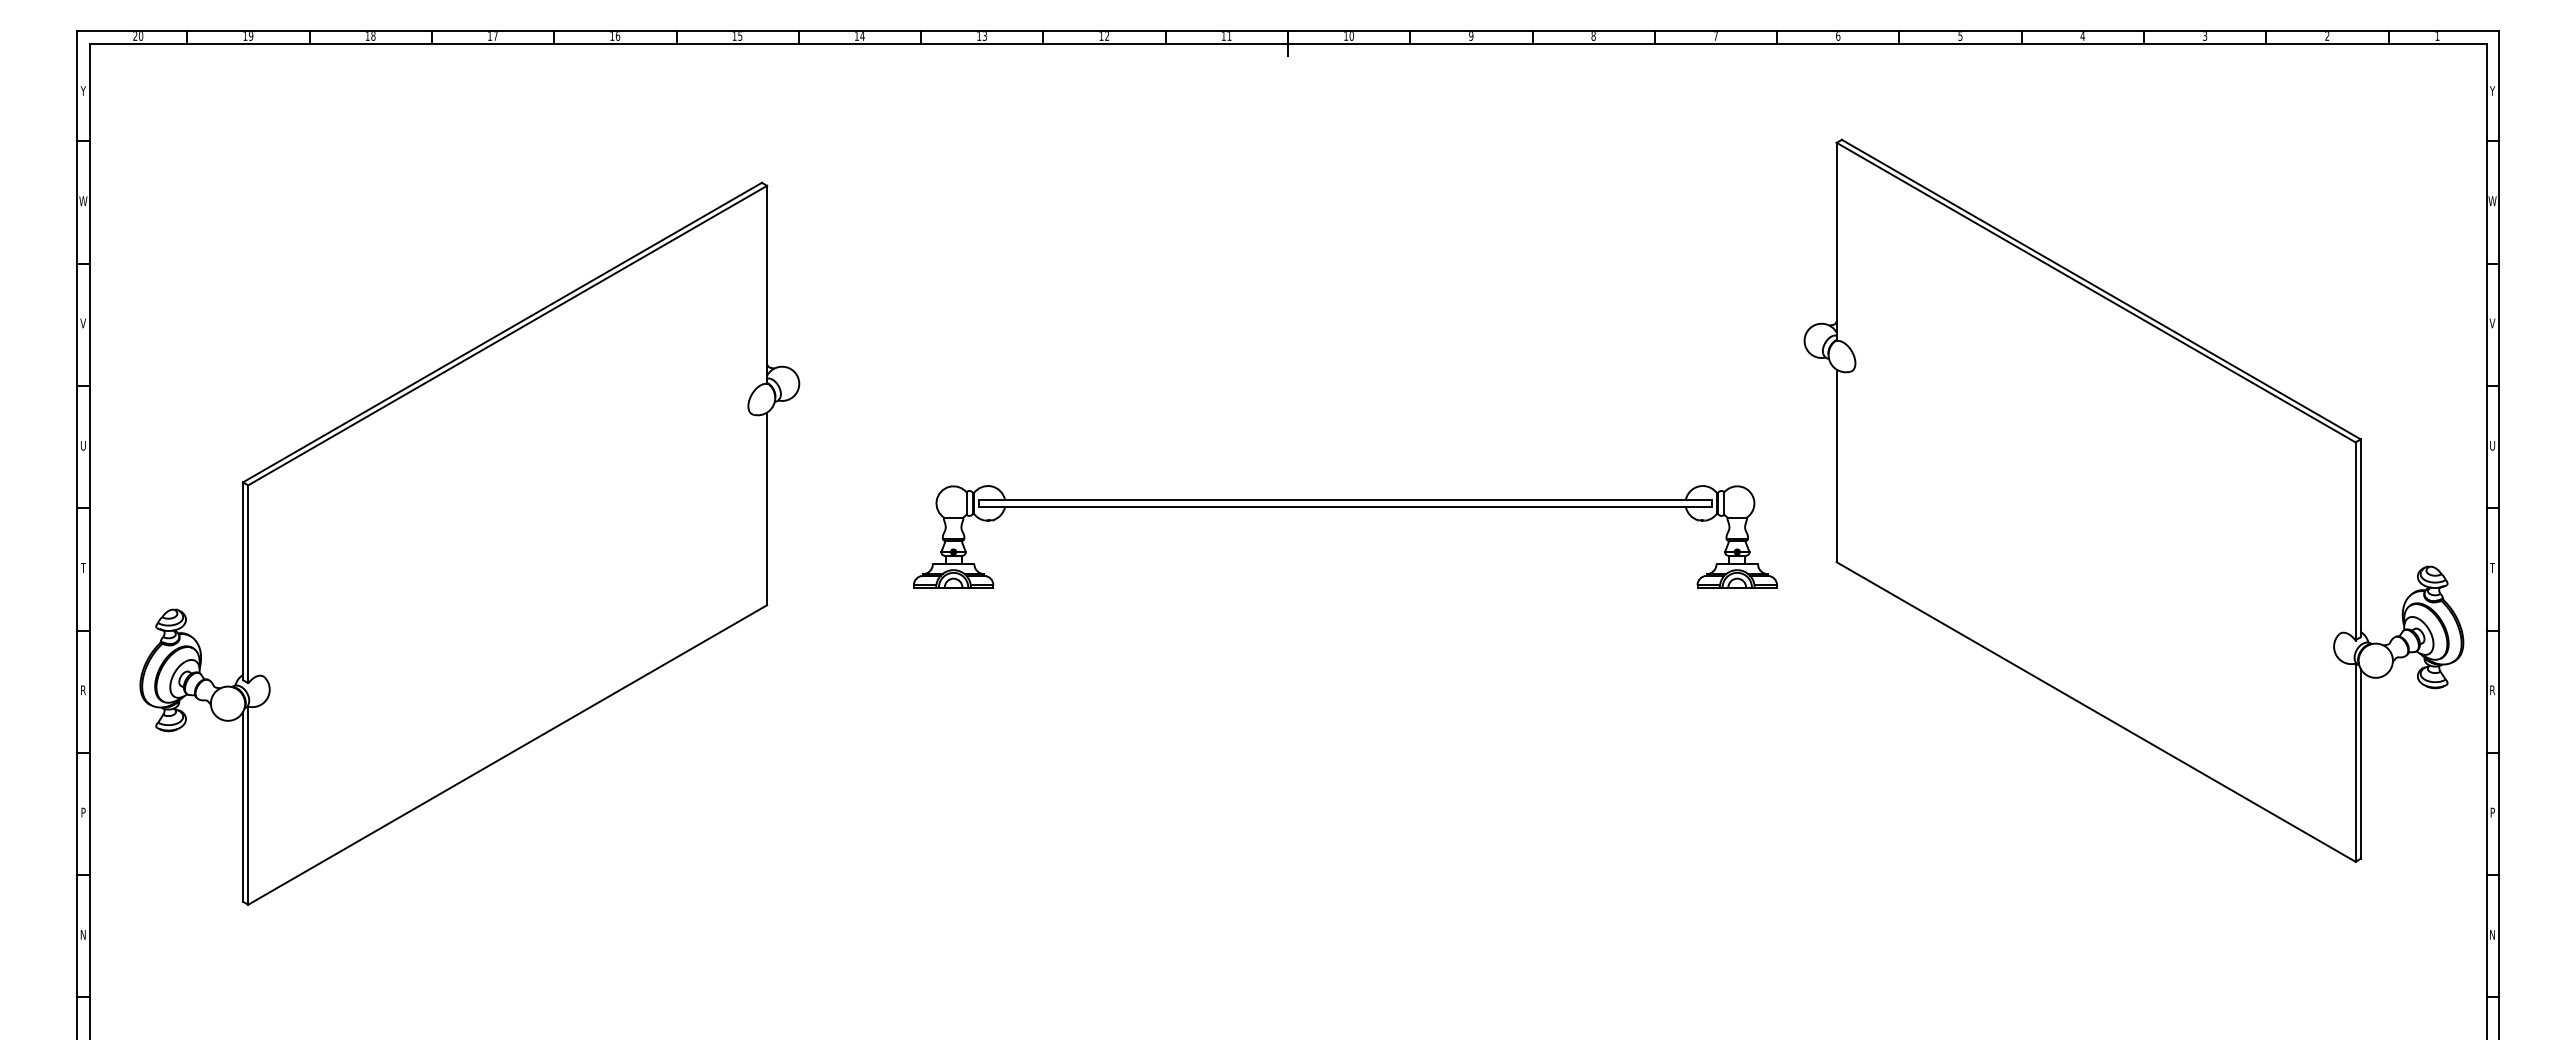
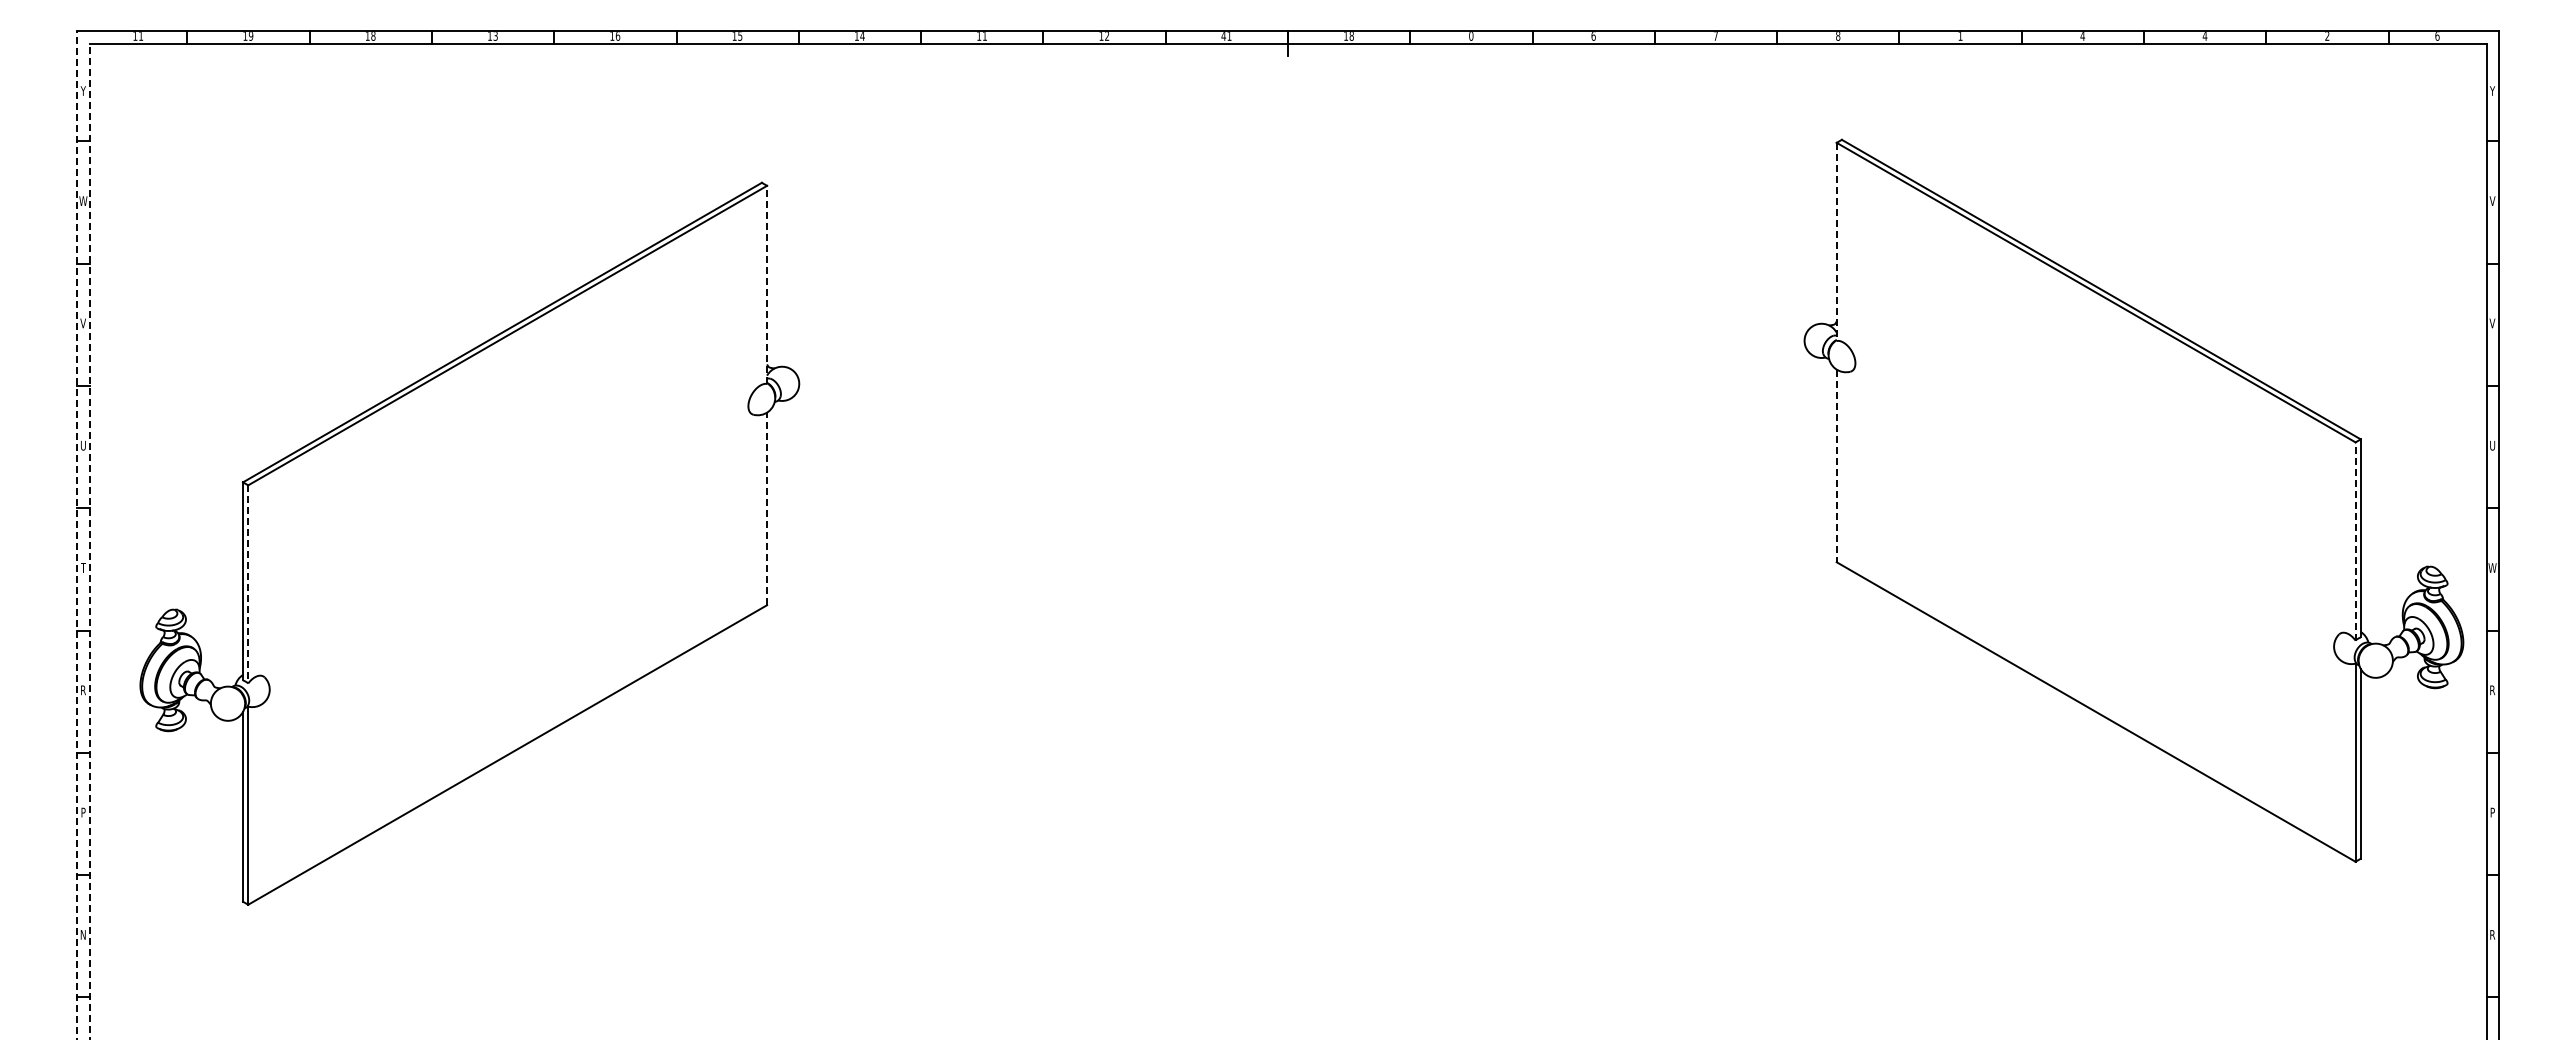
text at (138, 36): 20 -> 11
text at (495, 36): 17 -> 13
text at (984, 36): 13 -> 11
text at (1223, 36): 11 -> 41
text at (1351, 36): 10 -> 18
text at (1471, 36): 9 -> 0
text at (1593, 36): 8 -> 6
text at (1838, 36): 6 -> 8
text at (1960, 36): 5 -> 1
text at (2204, 36): 3 -> 4
text at (2437, 36): 1 -> 6
text at (2492, 200): W -> V
line at (1836, 242): solid -> dashed
line at (767, 284): solid -> dashed
line at (1836, 466): solid -> dashed
part at (1345, 507): present -> none
line at (767, 508): solid -> dashed
line at (77, 535): solid -> dashed
line at (2355, 540): solid -> dashed
line at (89, 541): solid -> dashed
text at (2492, 567): T -> W
line at (248, 584): solid -> dashed
text at (2492, 934): N -> R
